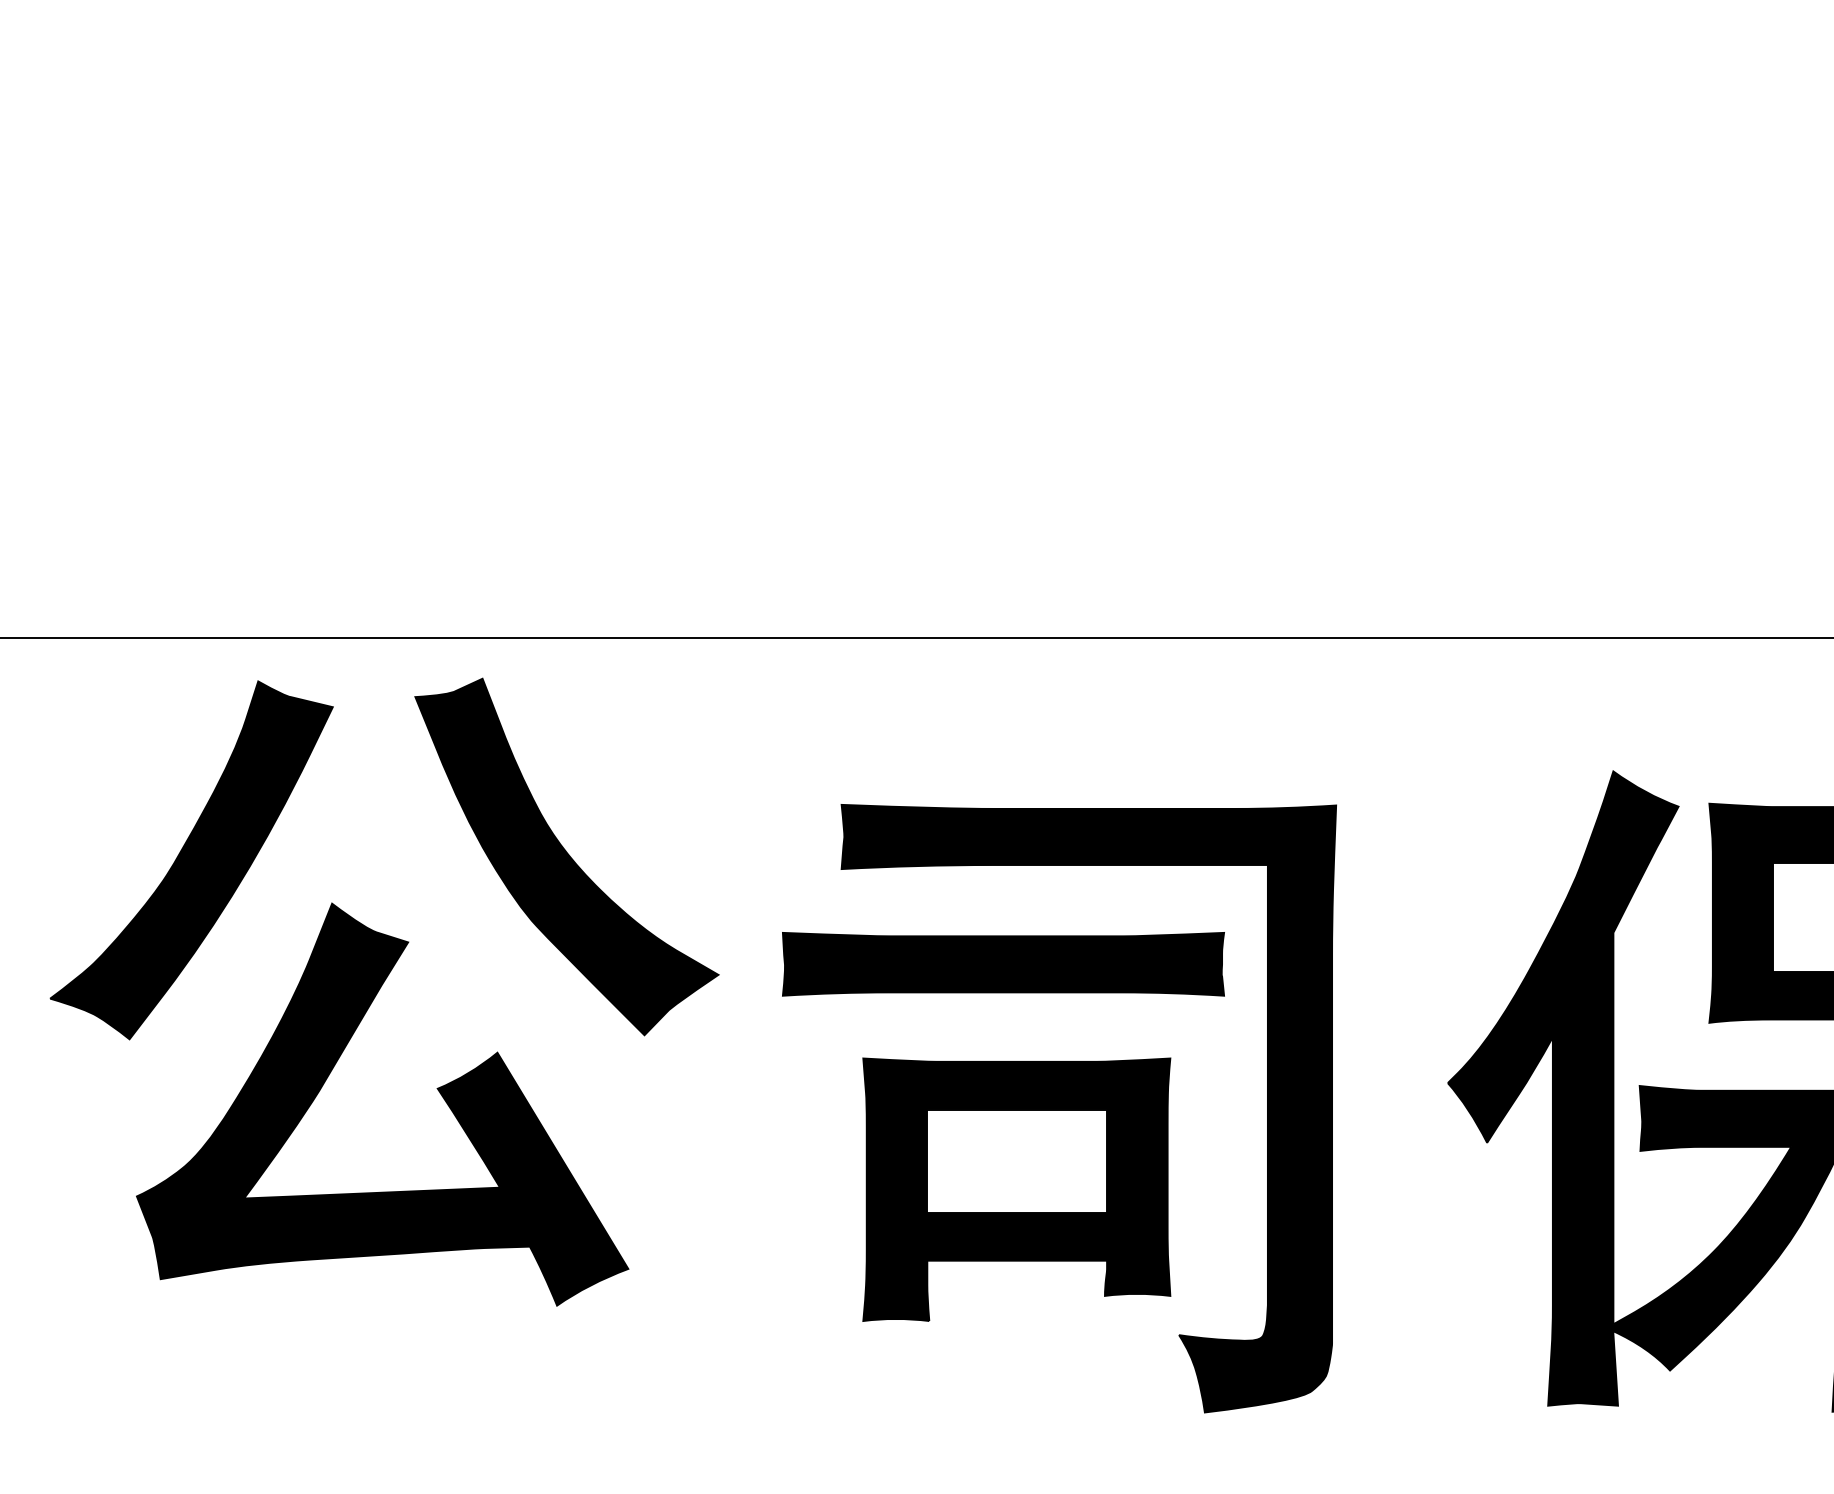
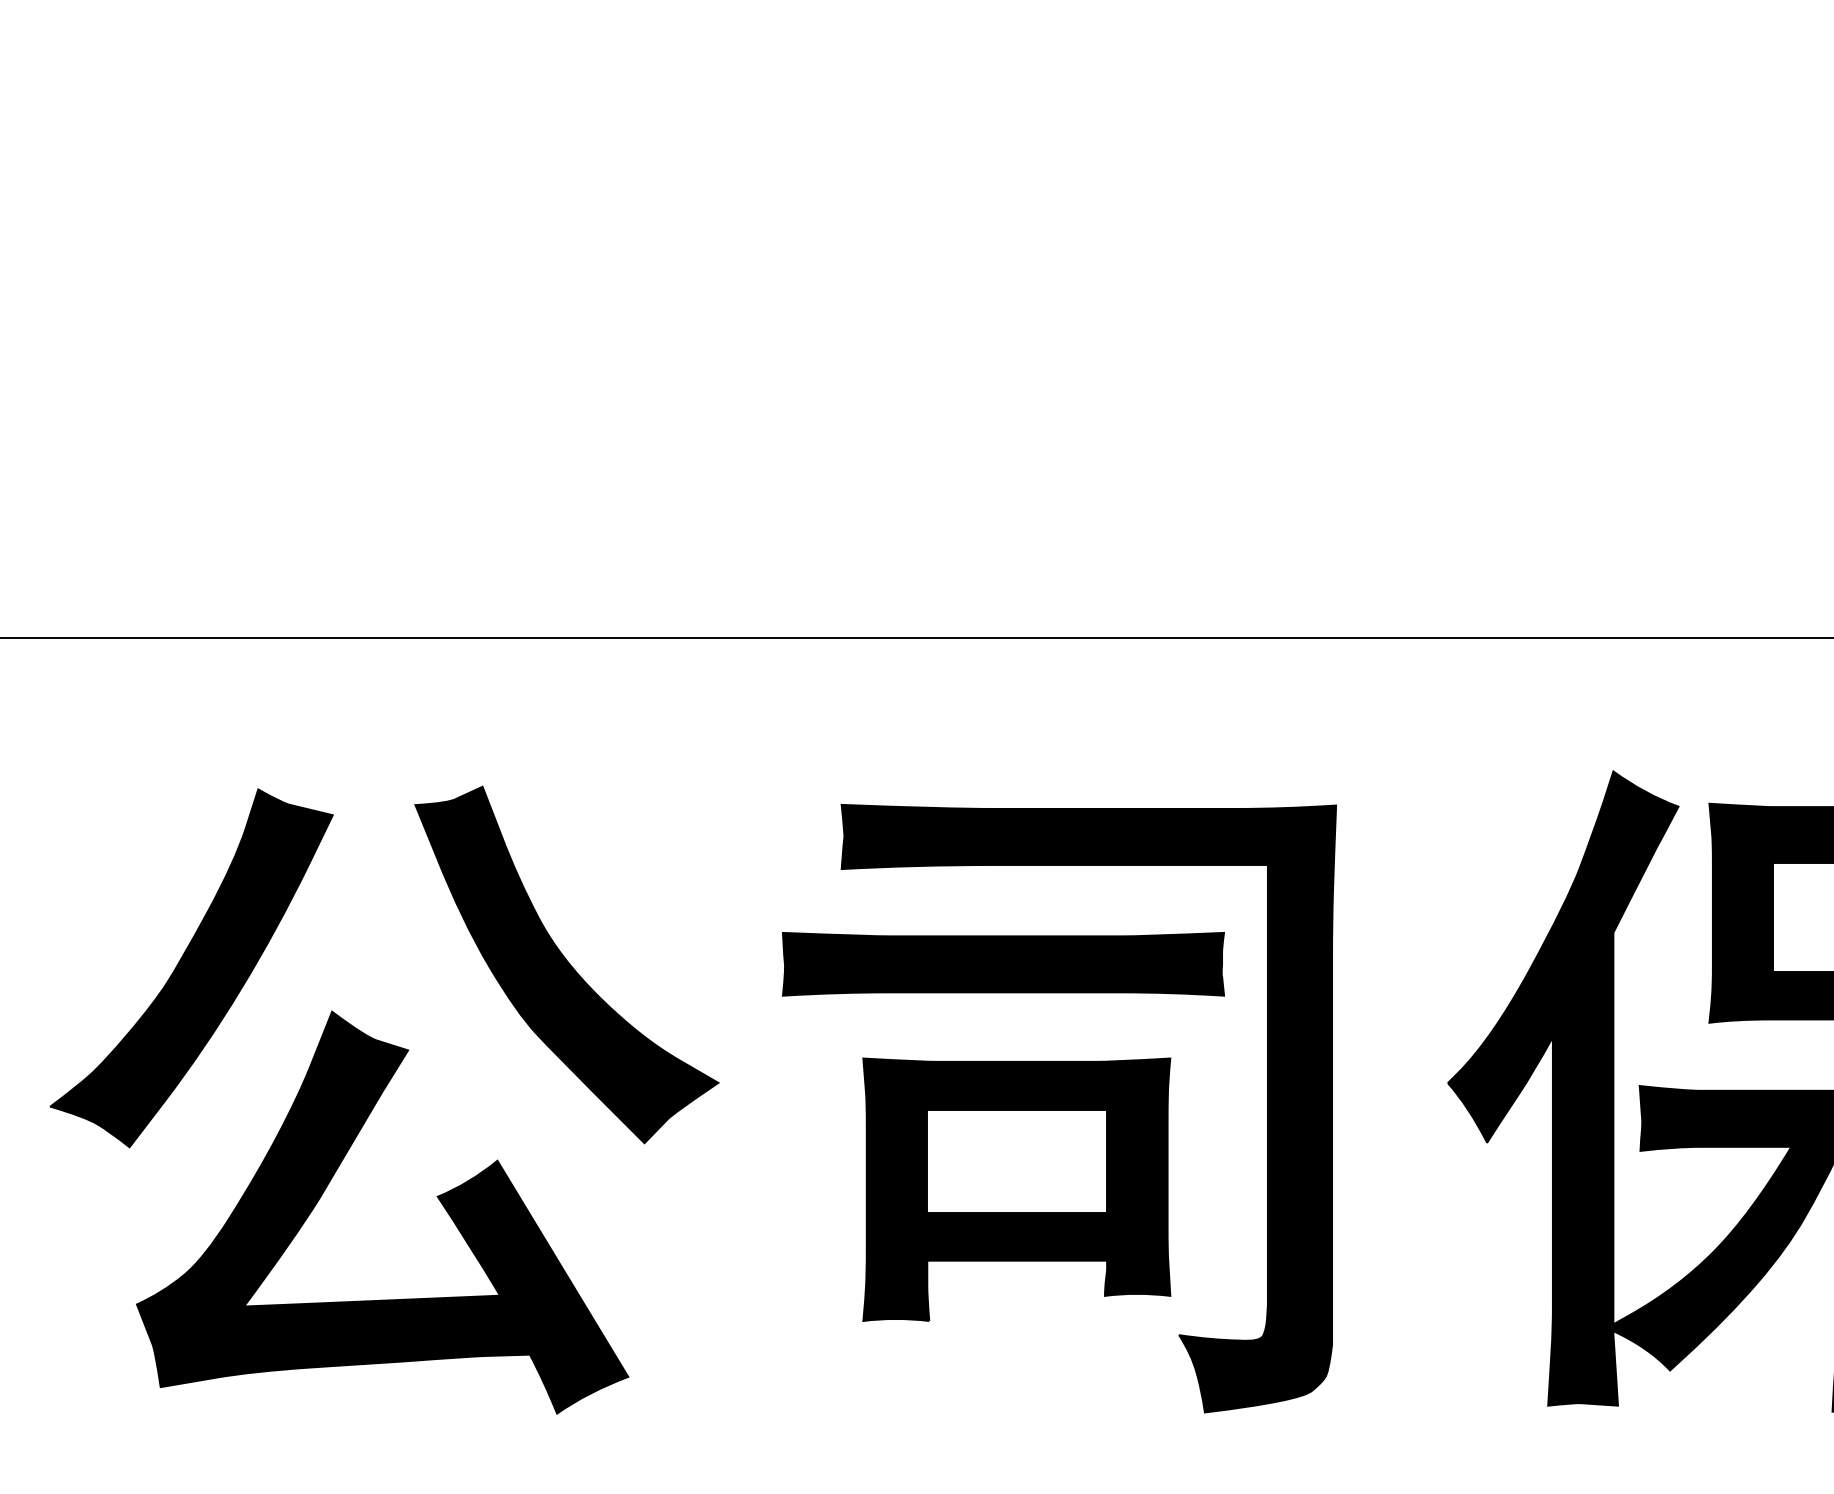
part at (384, 991) position: (384, 991) -> (384, 1099)
